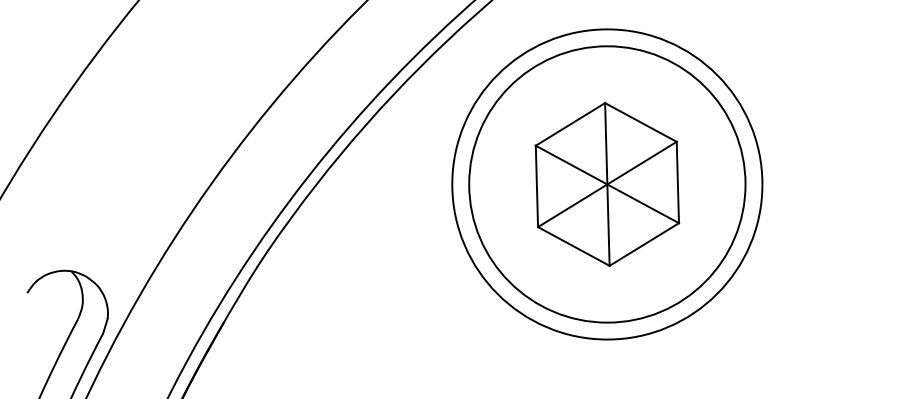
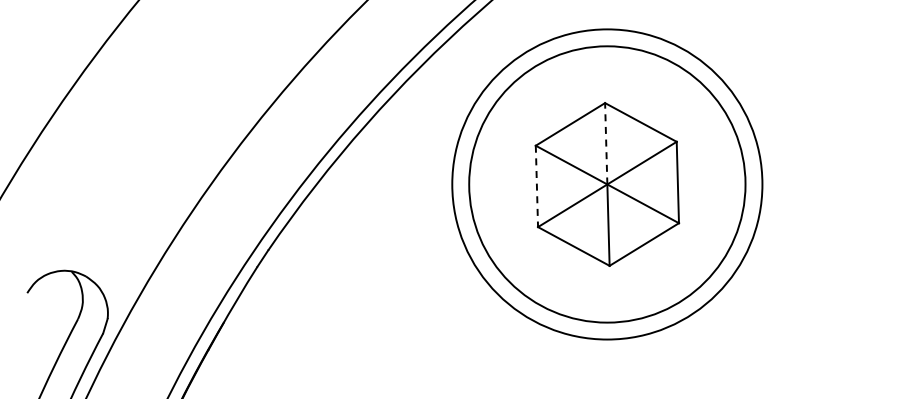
line at (606, 143): solid -> dashed
line at (536, 186): solid -> dashed
